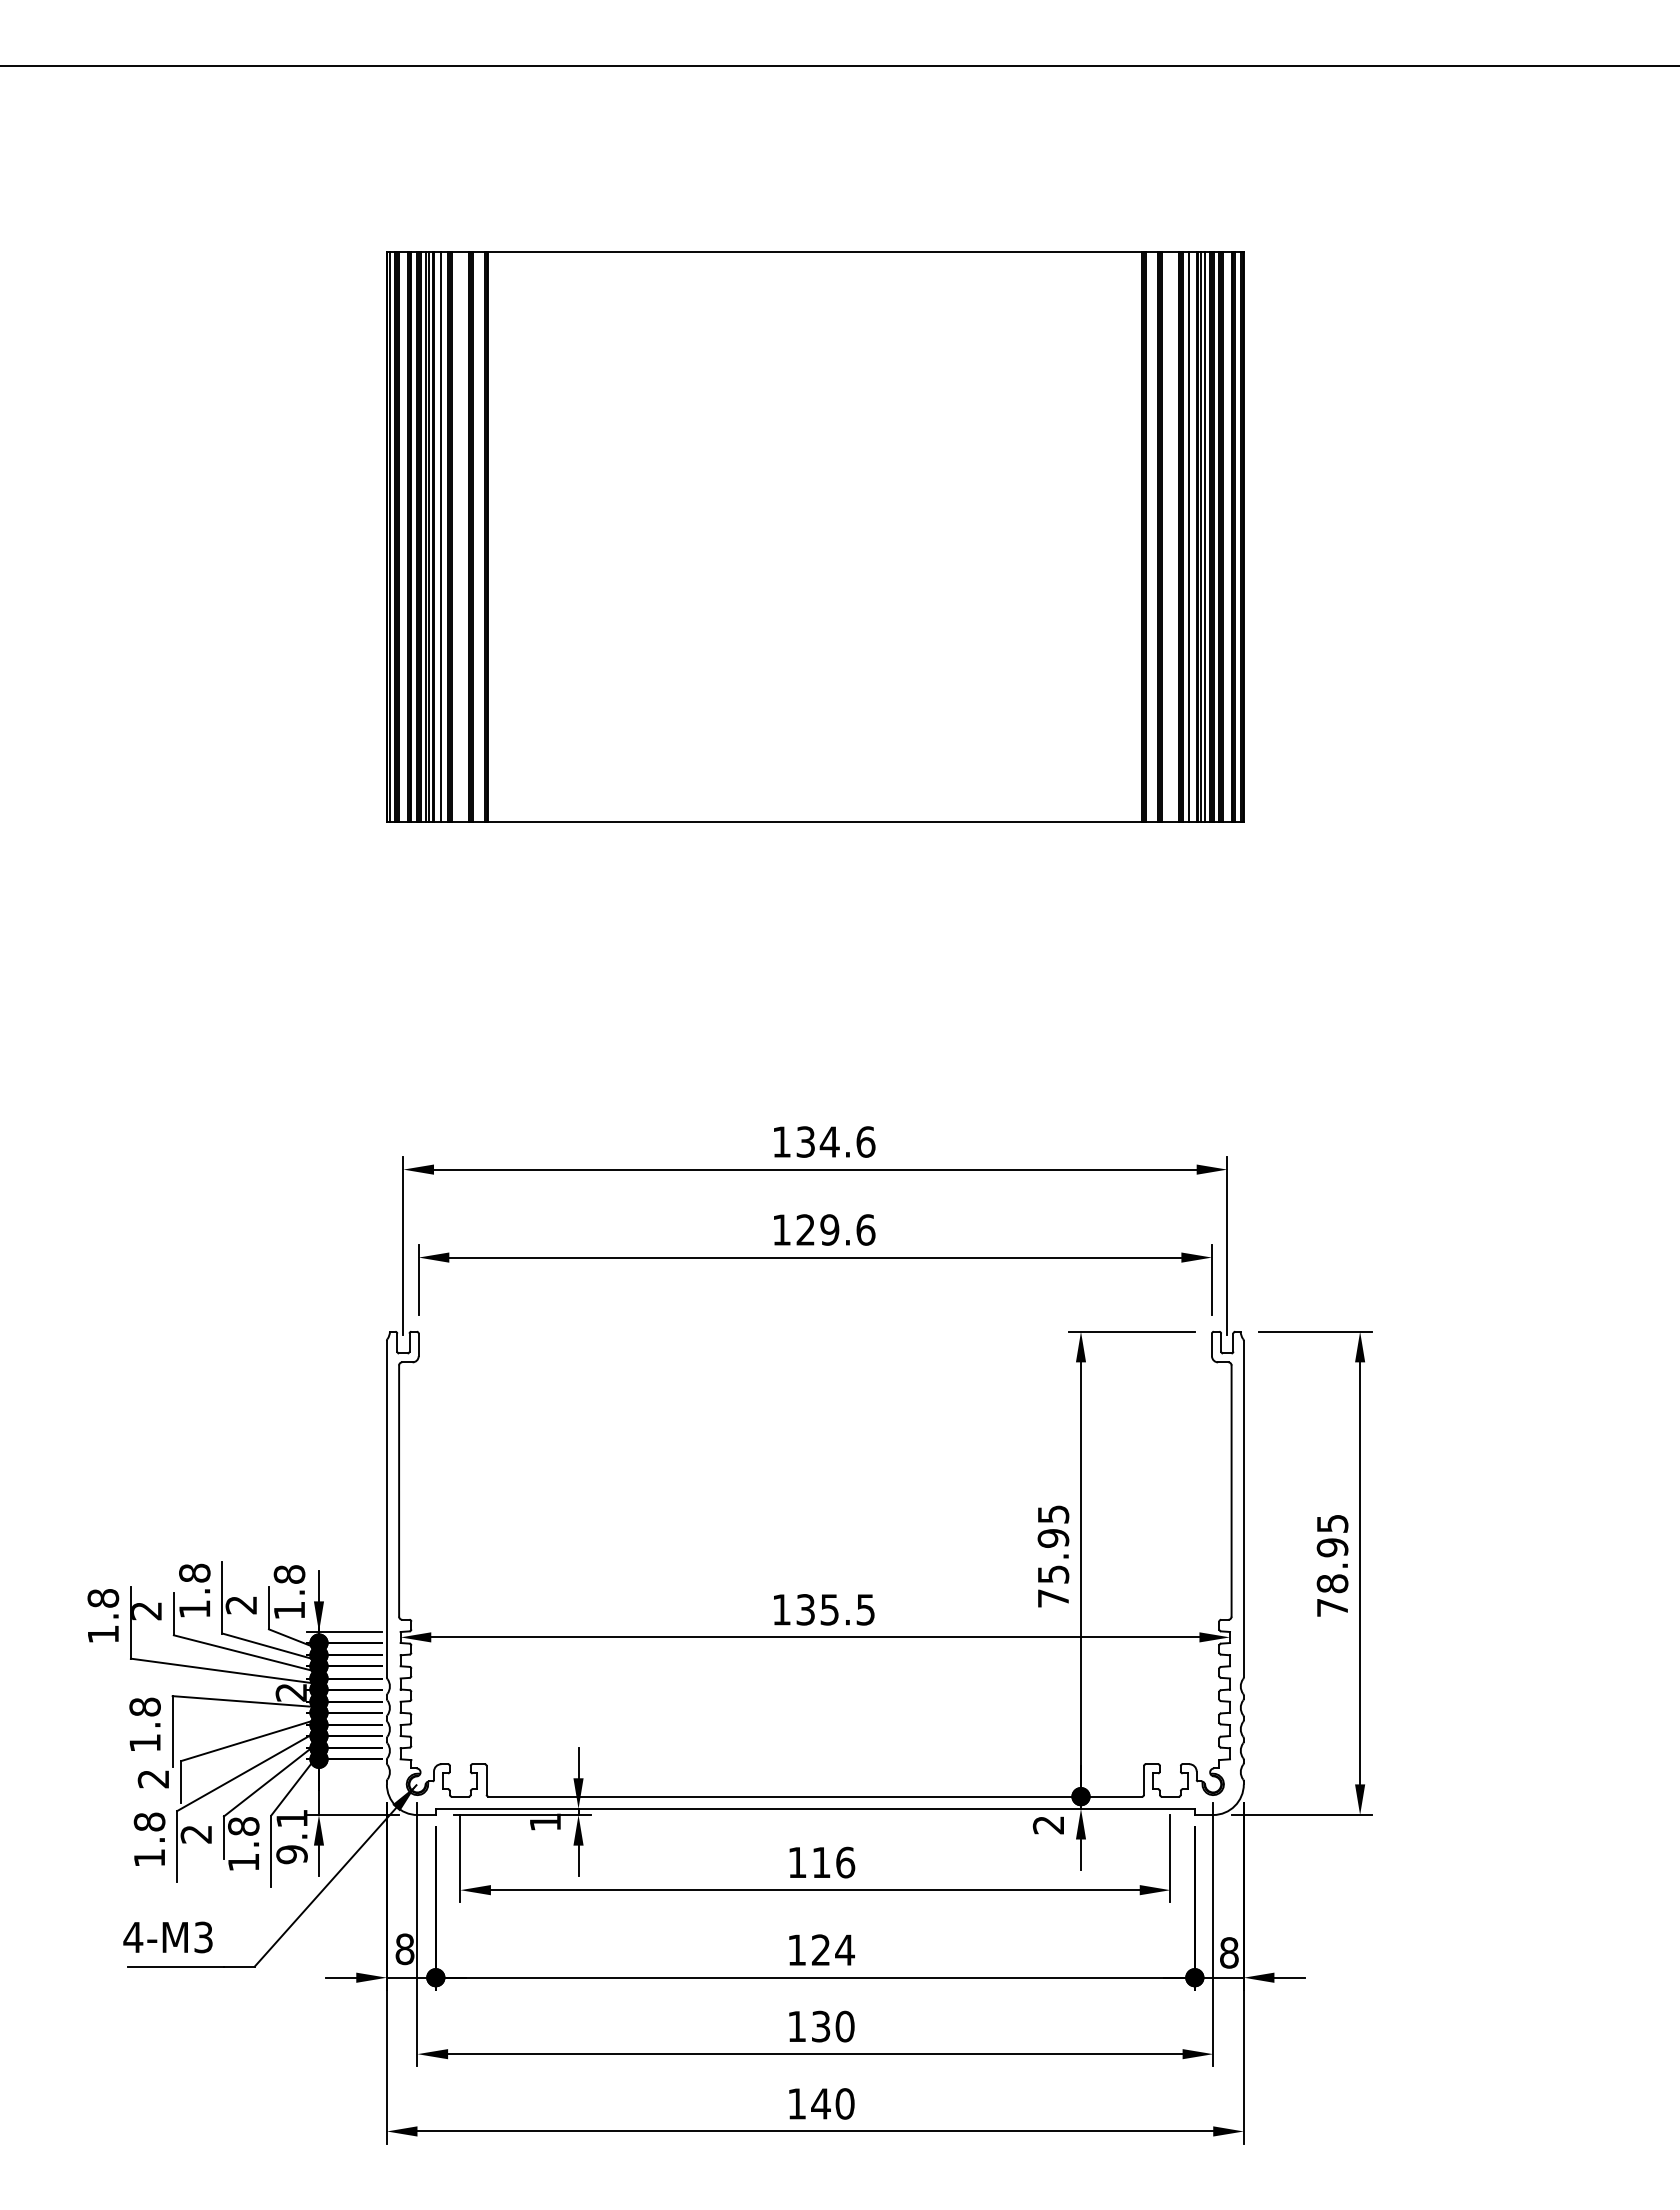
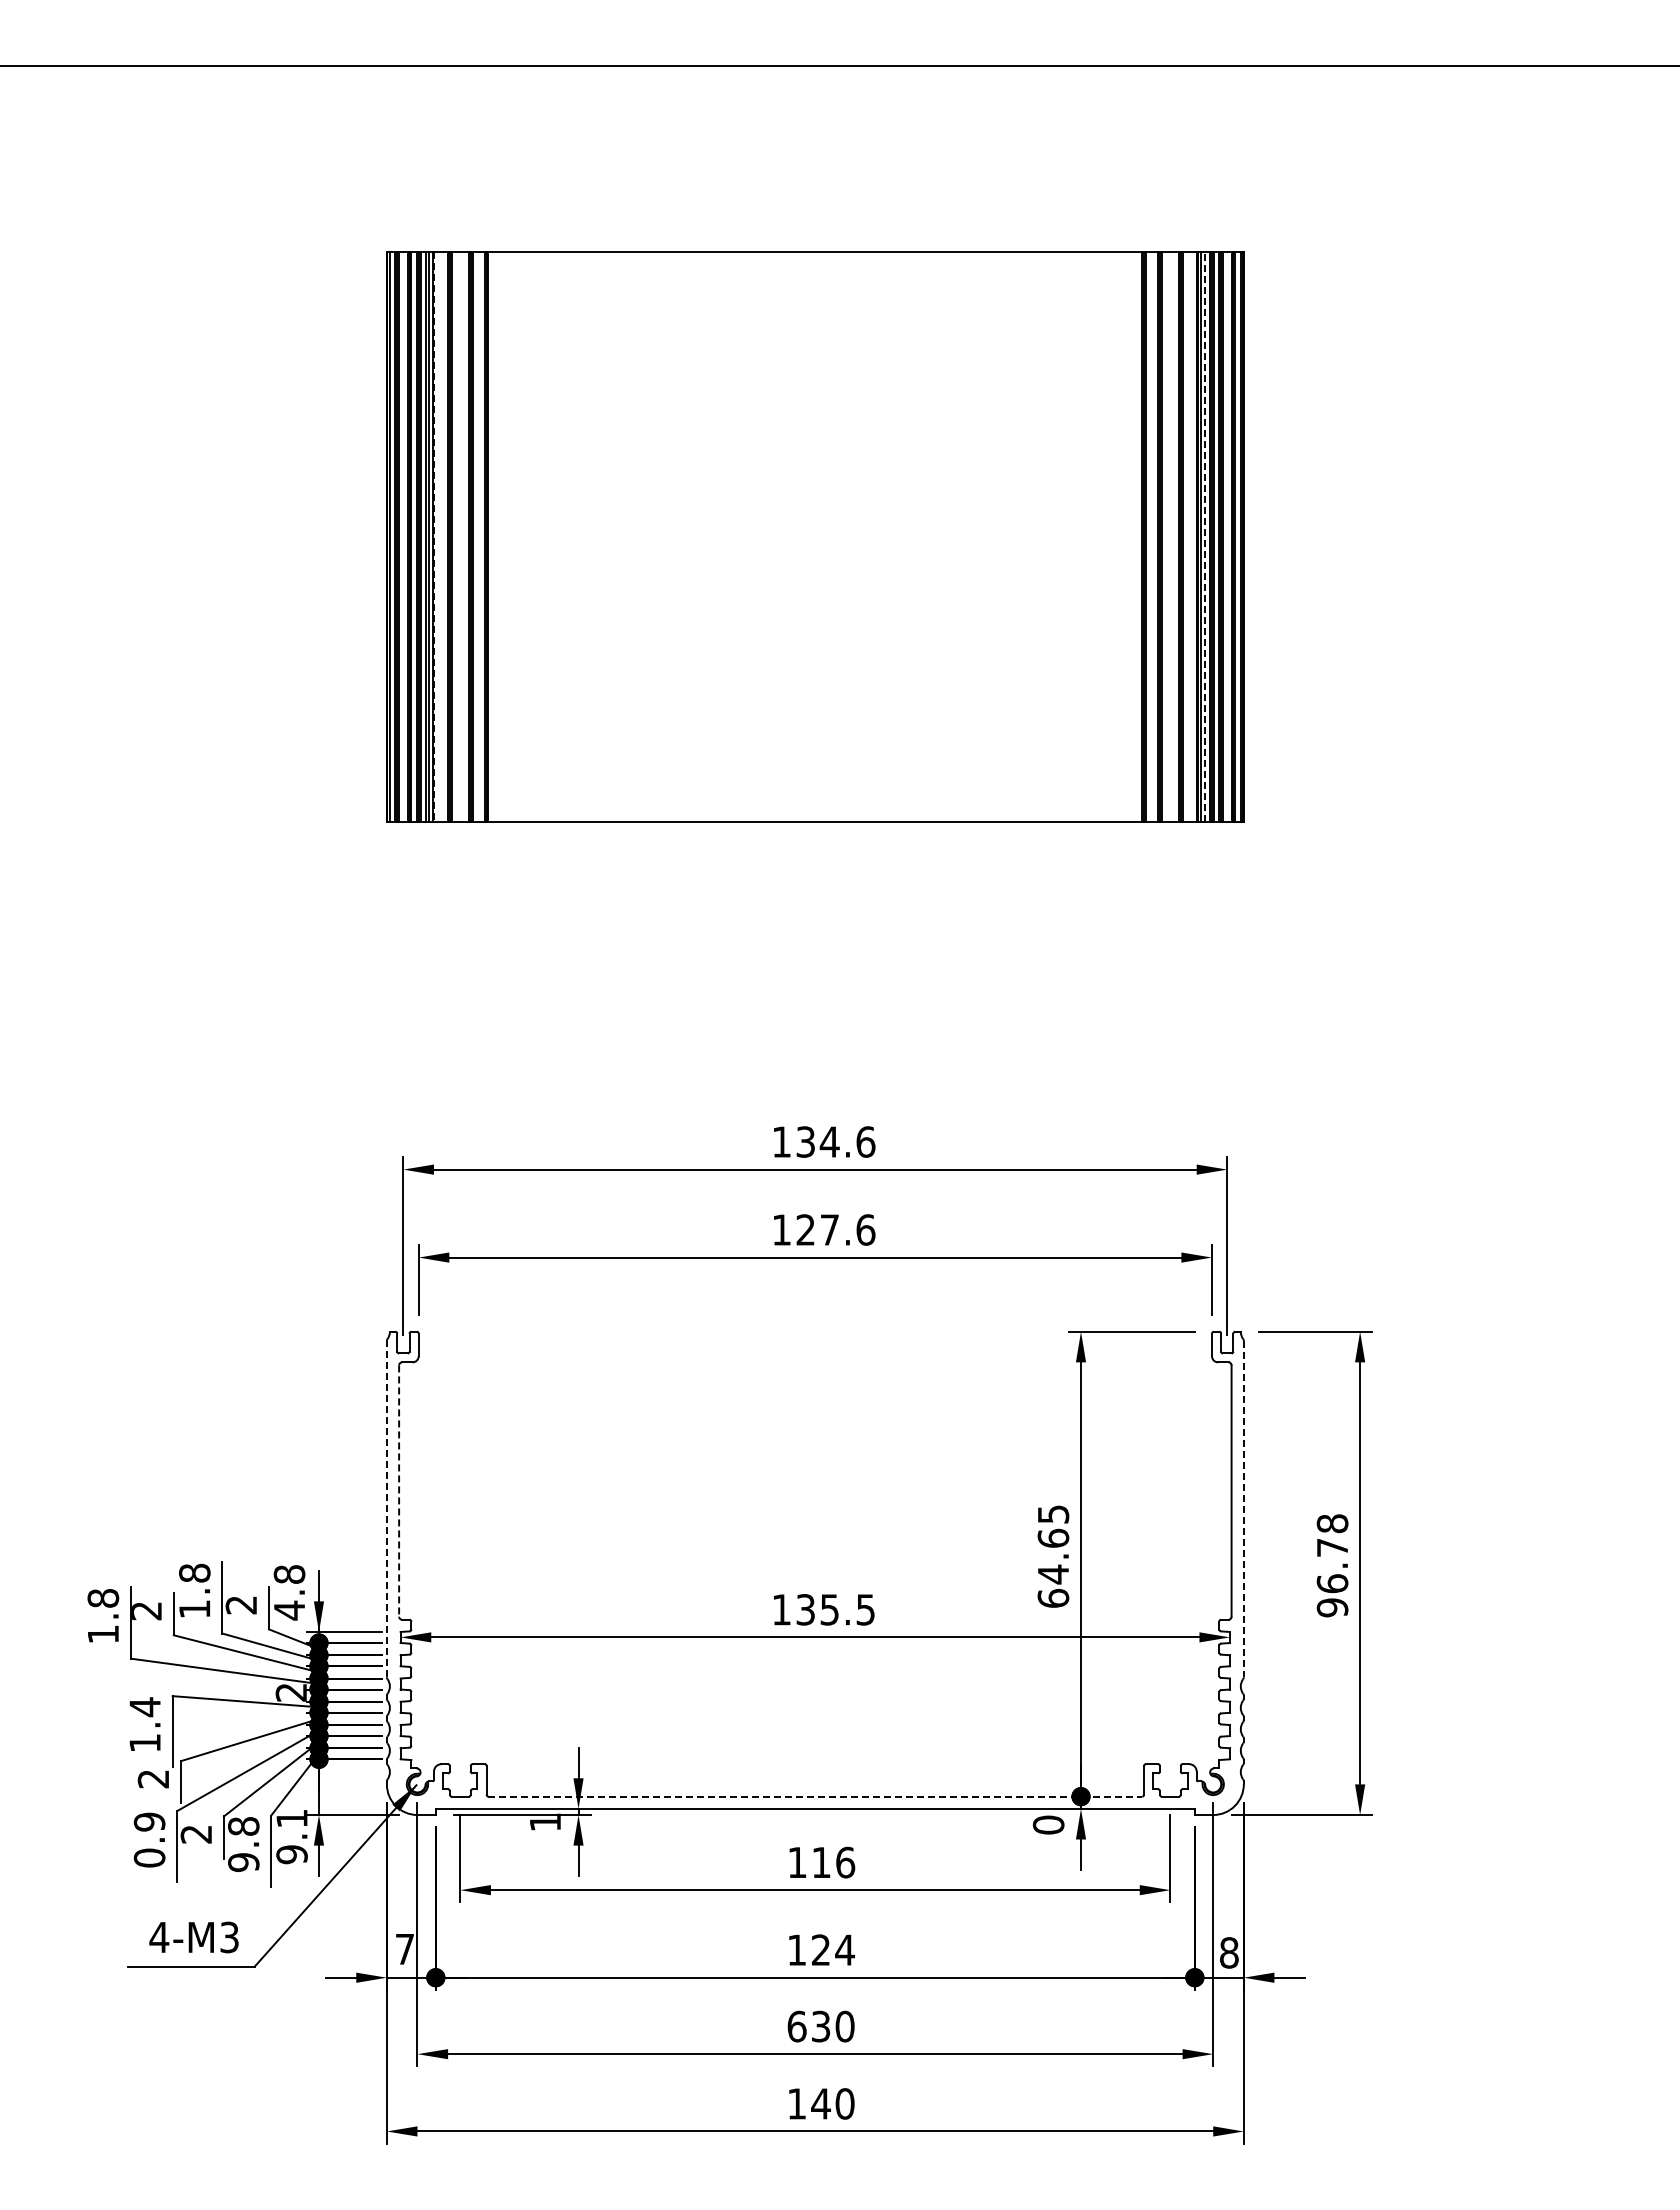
line at (441, 536): present -> none
line at (1189, 536): present -> none
line at (434, 537): solid -> dashed
line at (1205, 537): solid -> dashed
text at (829, 1229): 129.6 -> 127.6
line at (399, 1491): solid -> dashed
line at (386, 1508): solid -> dashed
line at (1243, 1509): solid -> dashed
text at (1332, 1565): 78.95 -> 96.78
text at (1053, 1567): 75.95 -> 64.65
text at (289, 1610): 1.8 -> 4.8
text at (144, 1707): 1.8 -> 1.4
line at (815, 1796): solid -> dashed
text at (1048, 1824): 2 -> 0
text at (149, 1839): 1.8 -> 0.9
text at (243, 1862): 1.8 -> 9.8
text at (167, 1937) position: (167, 1937) -> (193, 1937)
text at (404, 1949): 8 -> 7
text at (796, 2026): 130 -> 630
